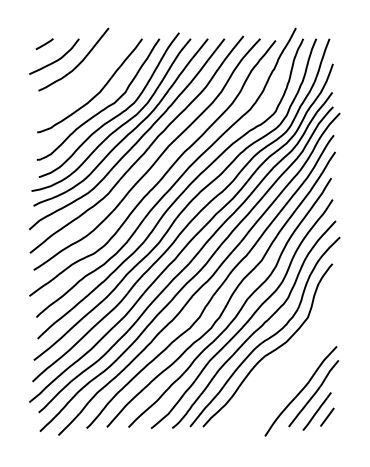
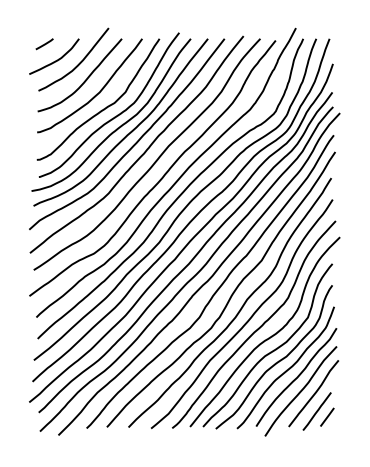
curve at (84, 80): none -> present
part at (276, 357): none -> present
